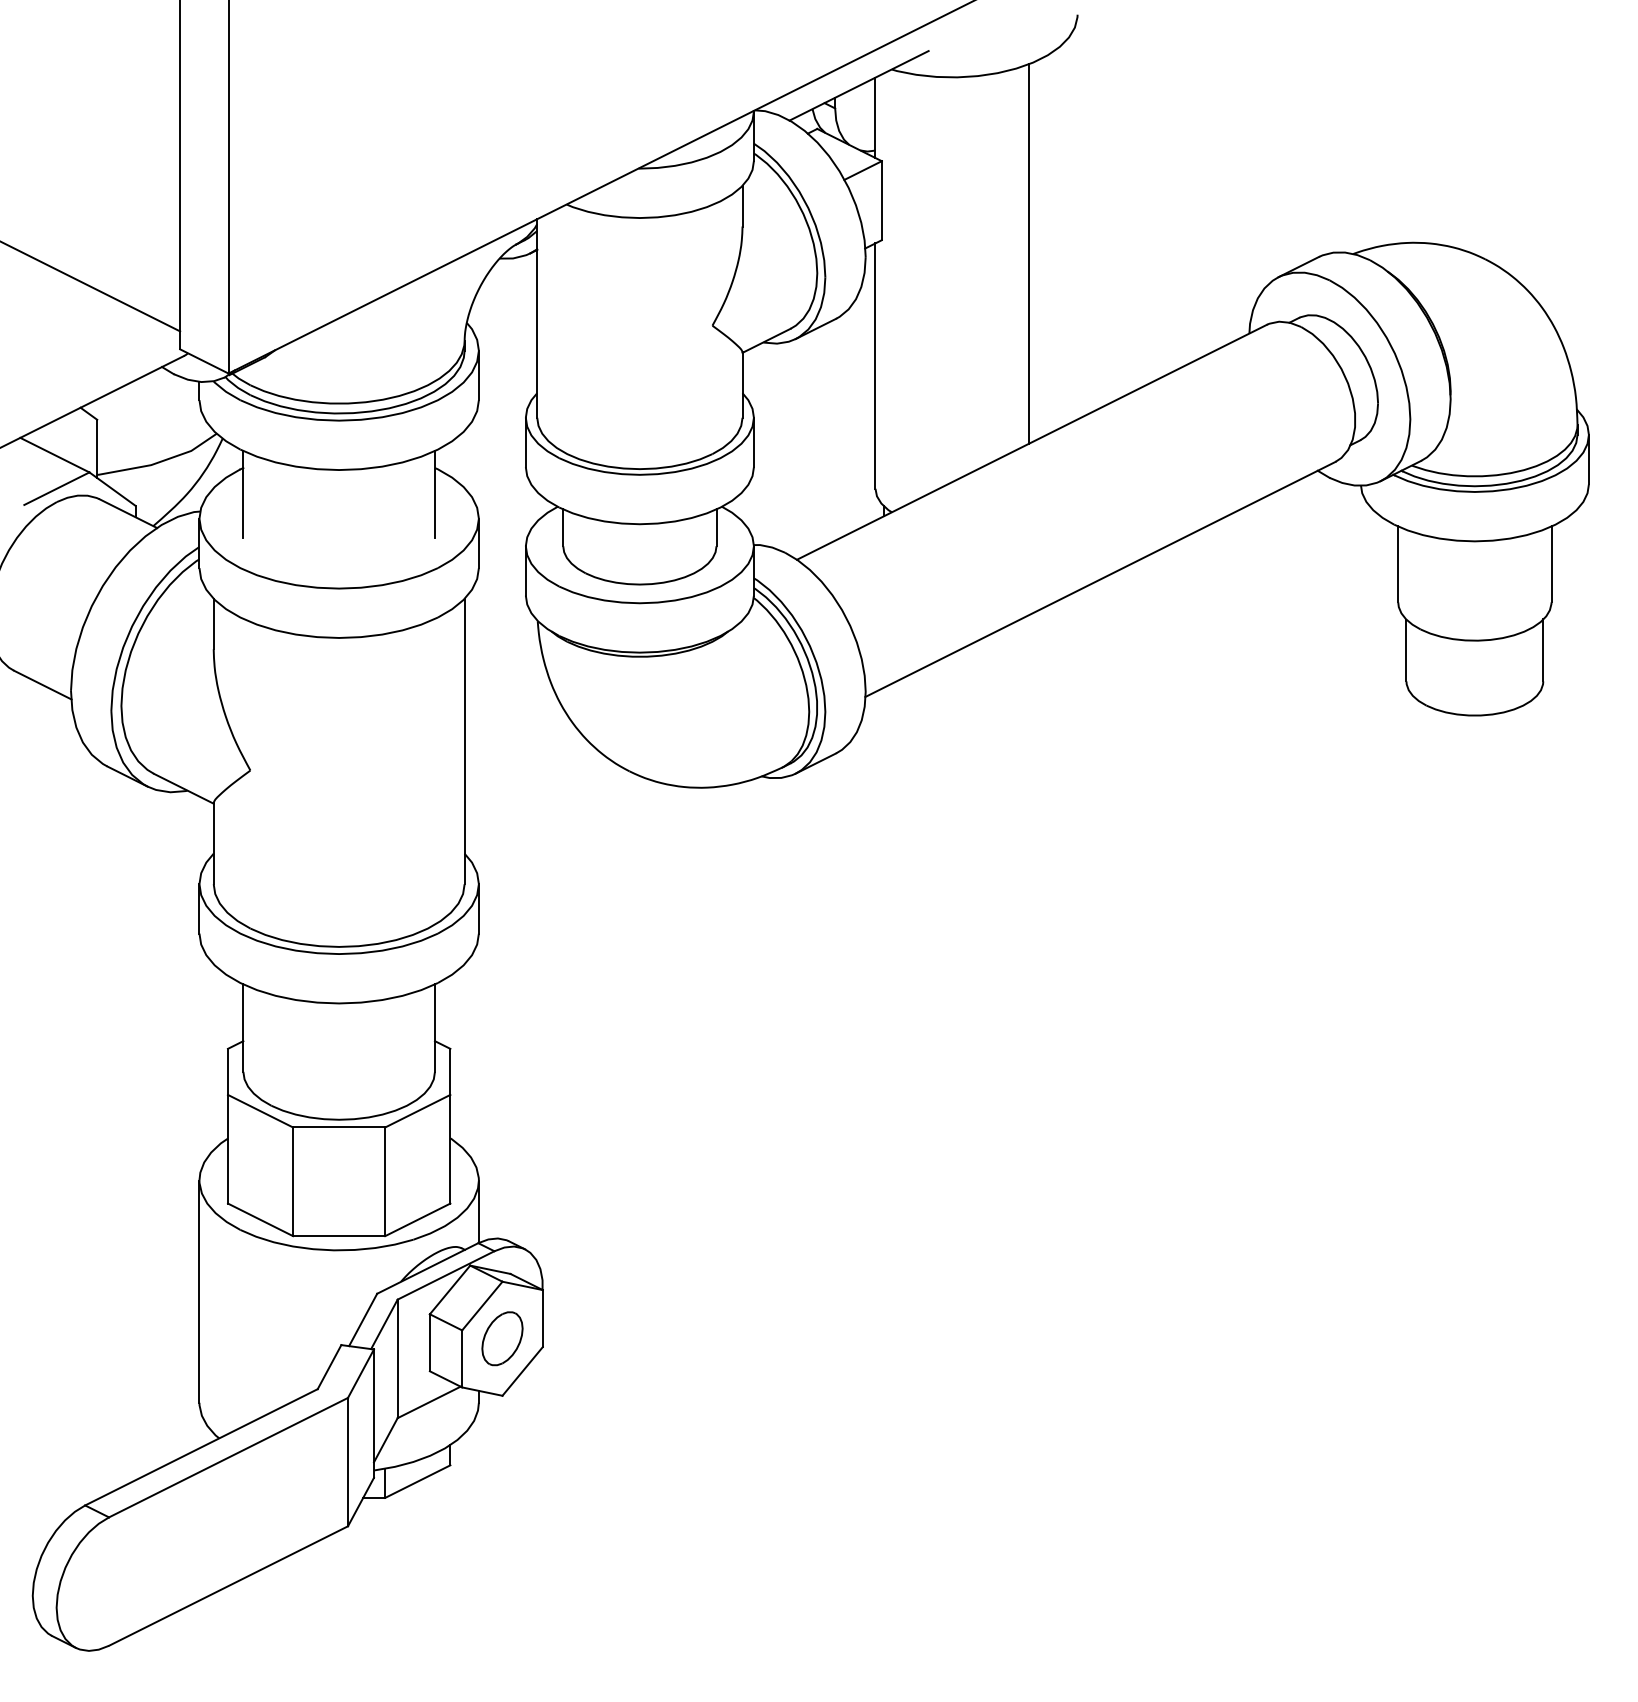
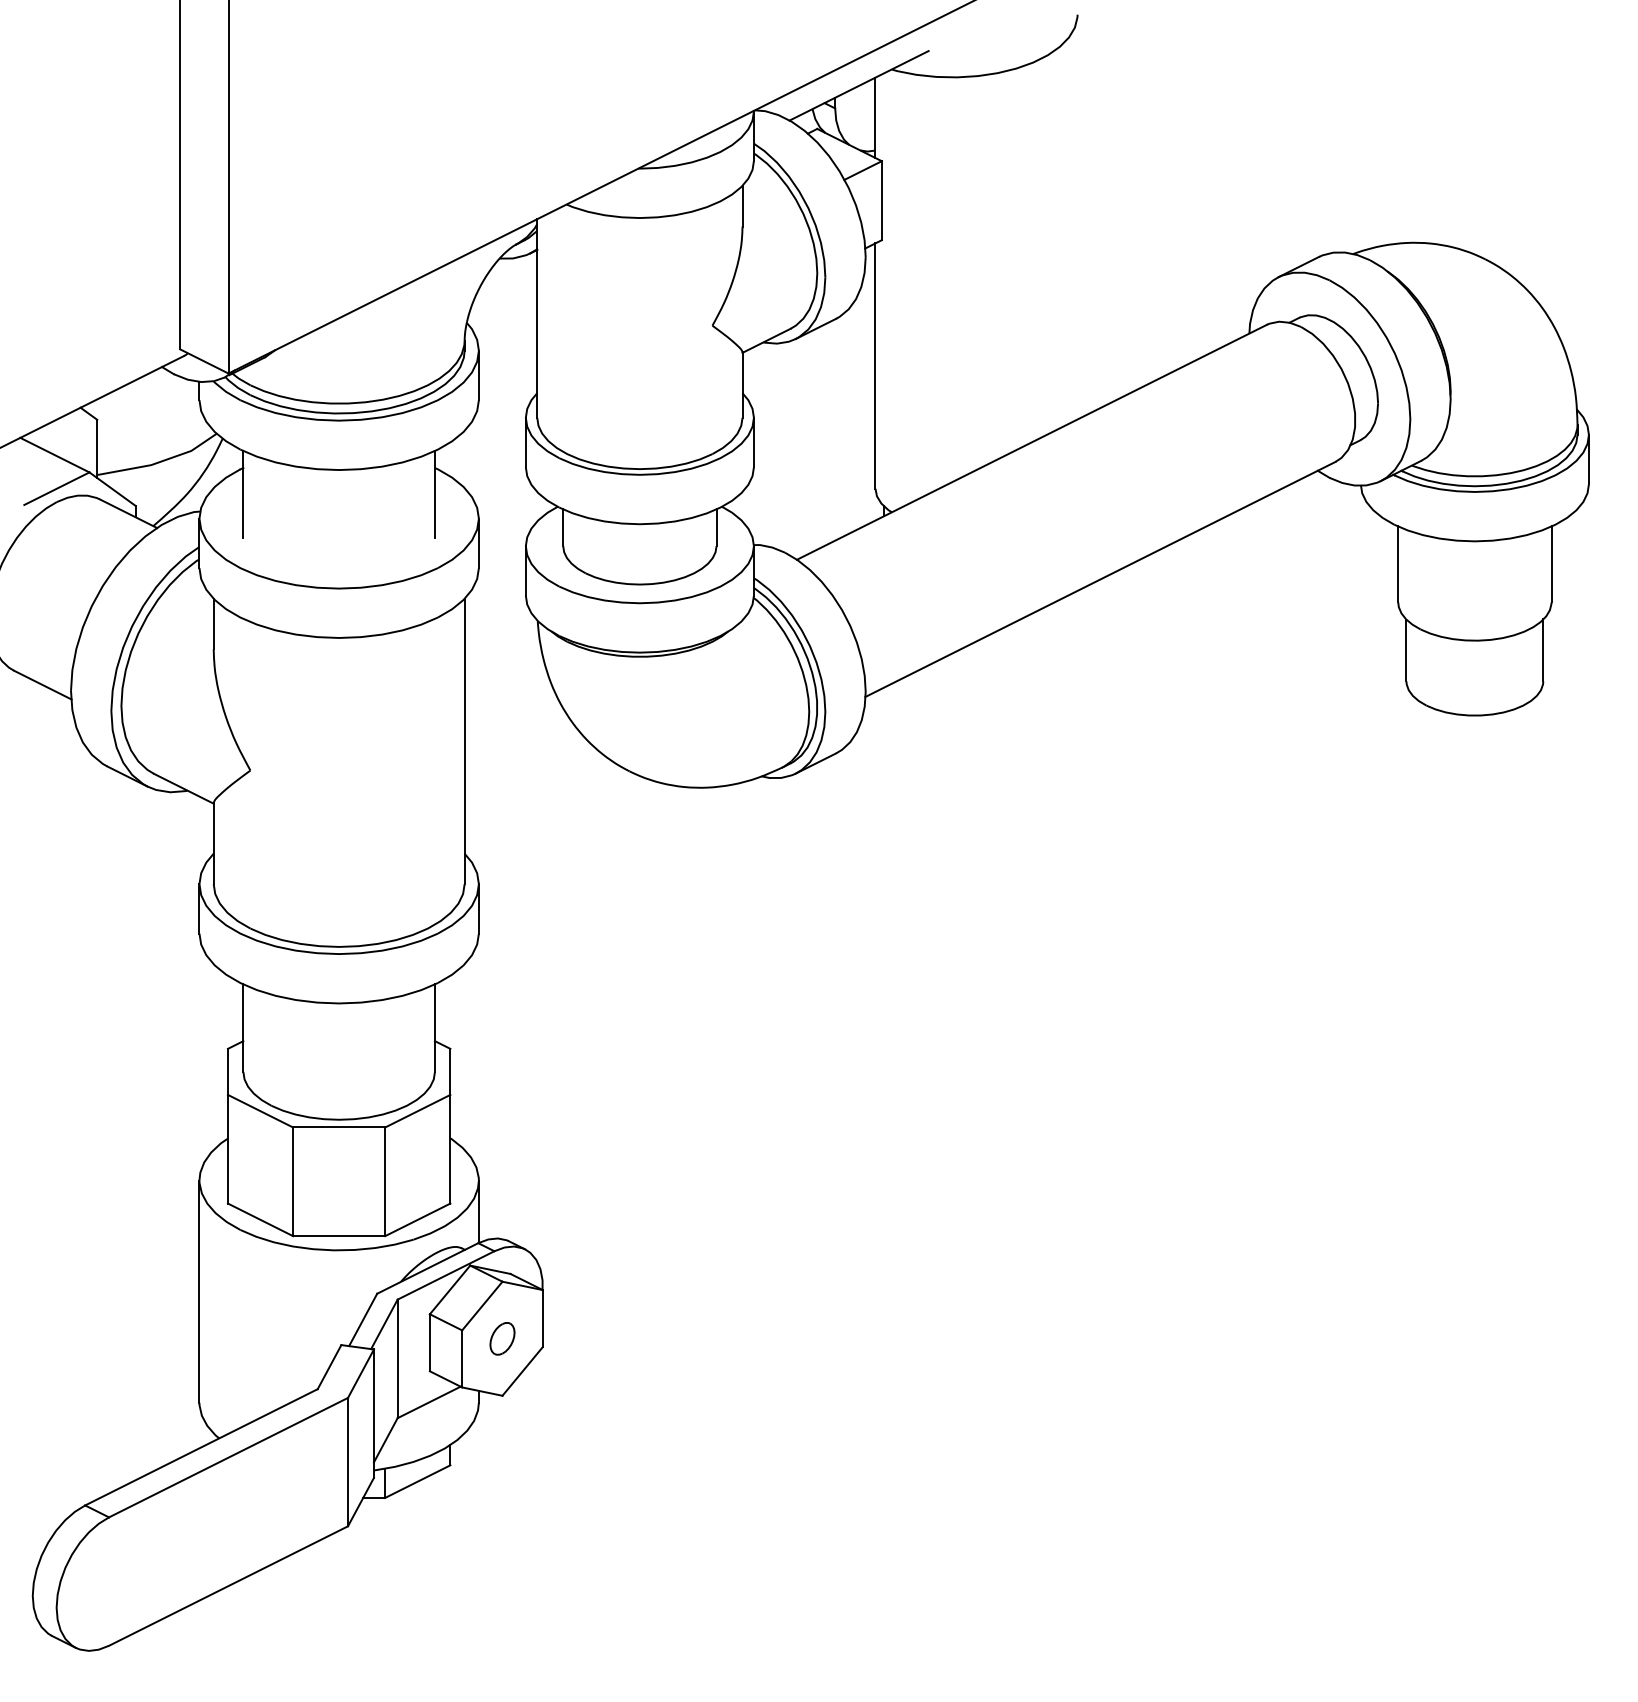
line at (1028, 253): present -> none
line at (91, 286): present -> none
part at (502, 1338) size: 43x56 px -> 27x34 px
